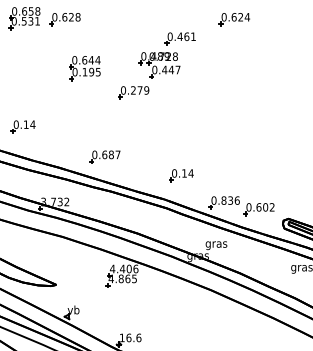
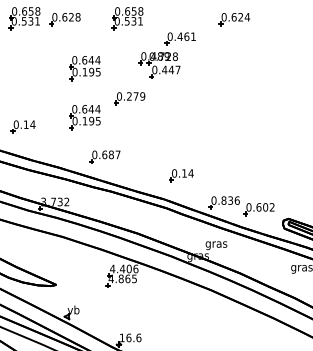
part at (127, 18): none -> present
part at (133, 92) position: (133, 92) -> (129, 98)
part at (84, 117): none -> present
